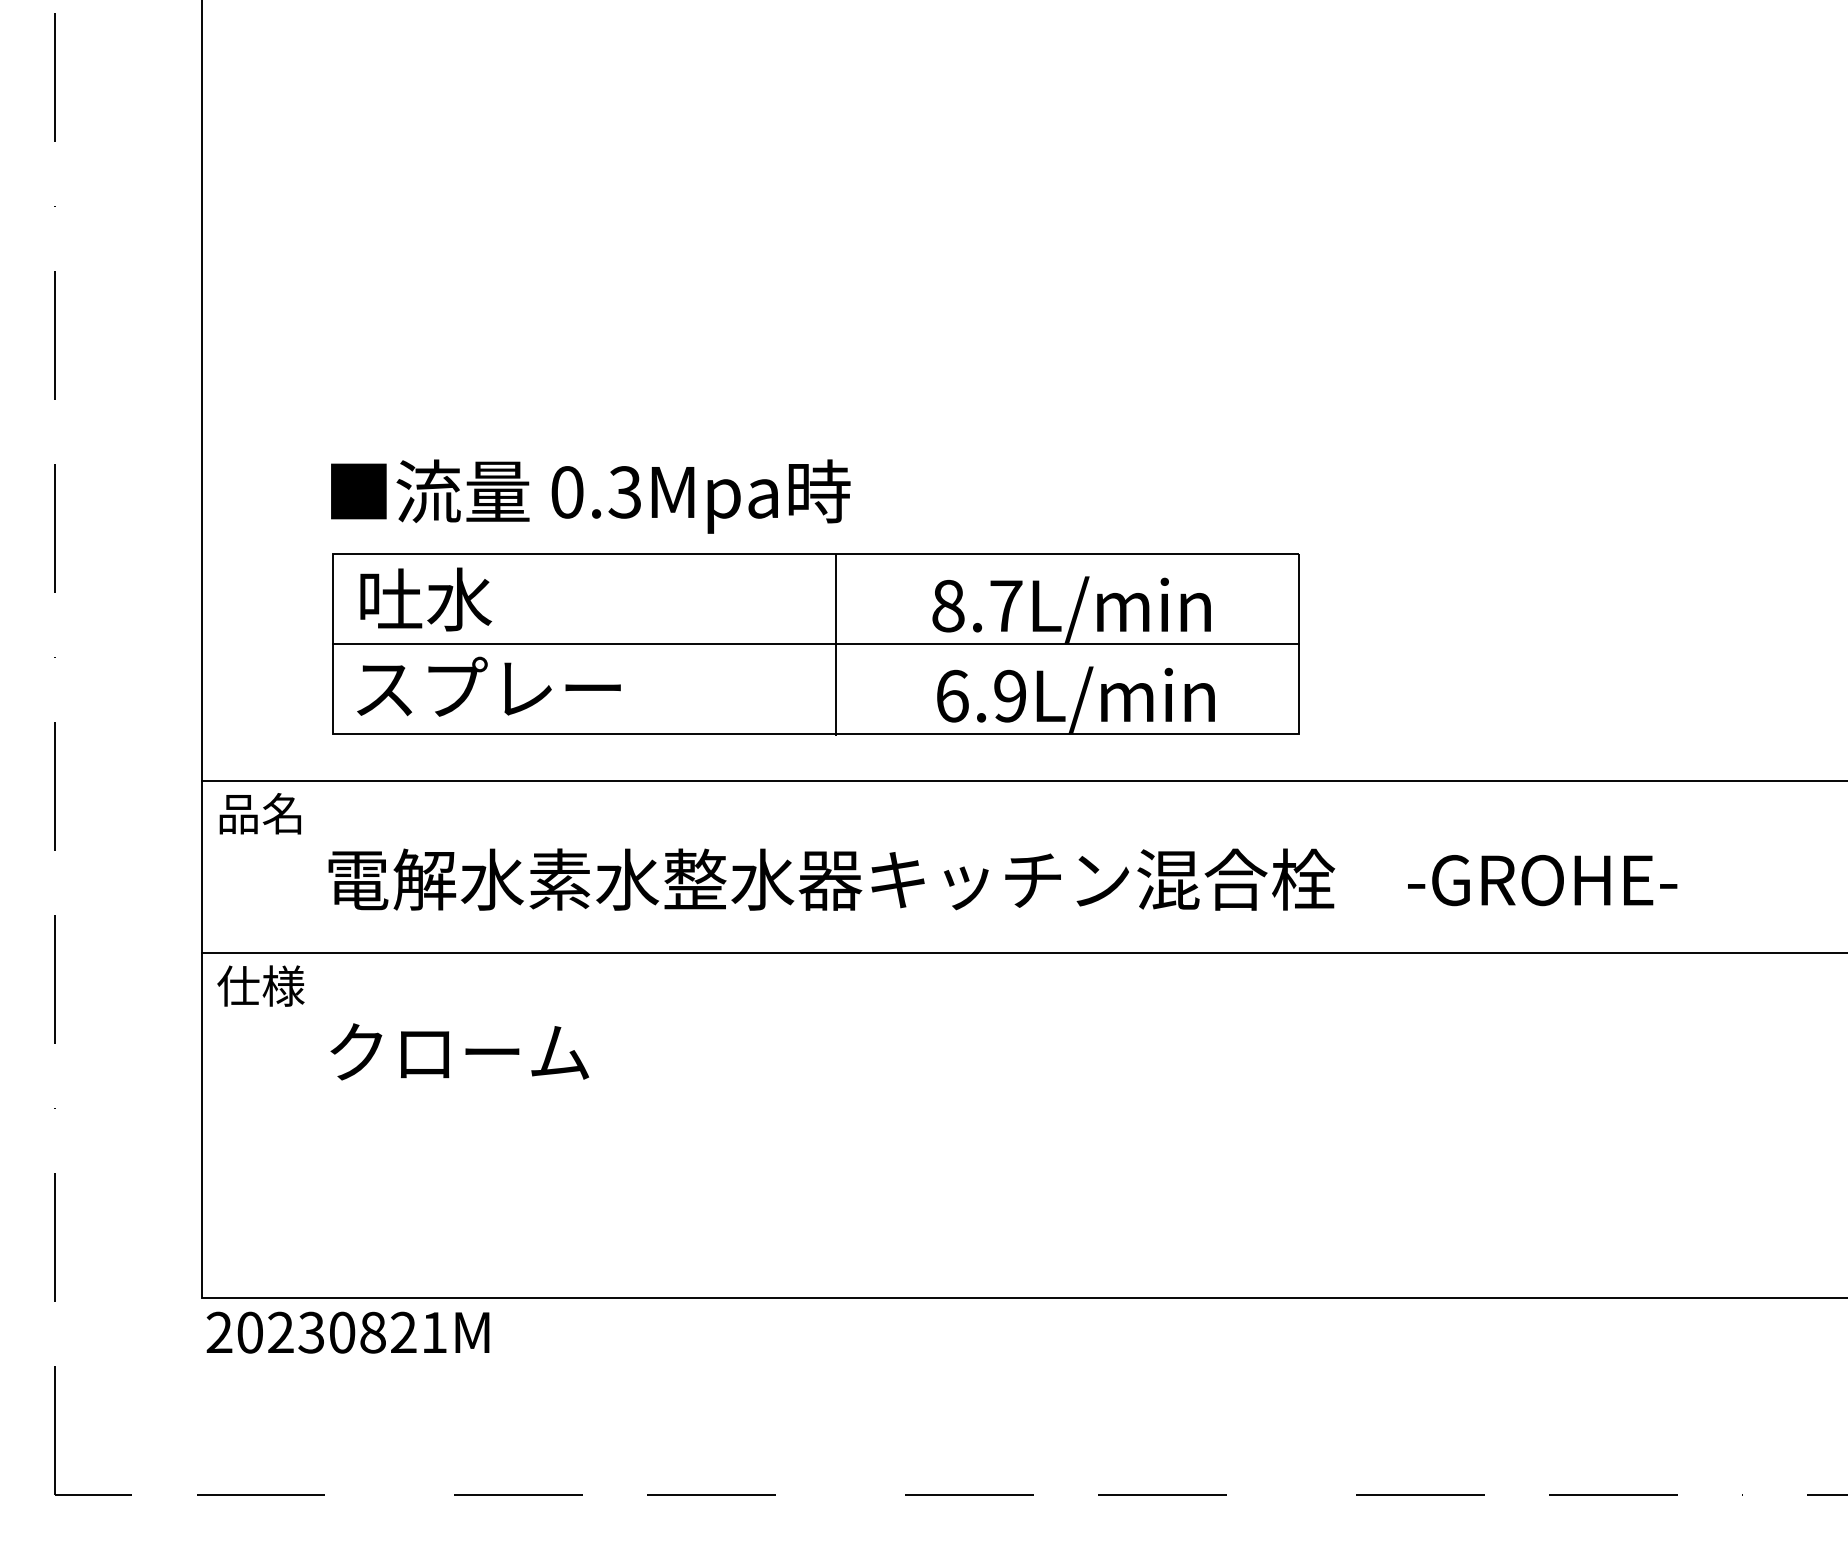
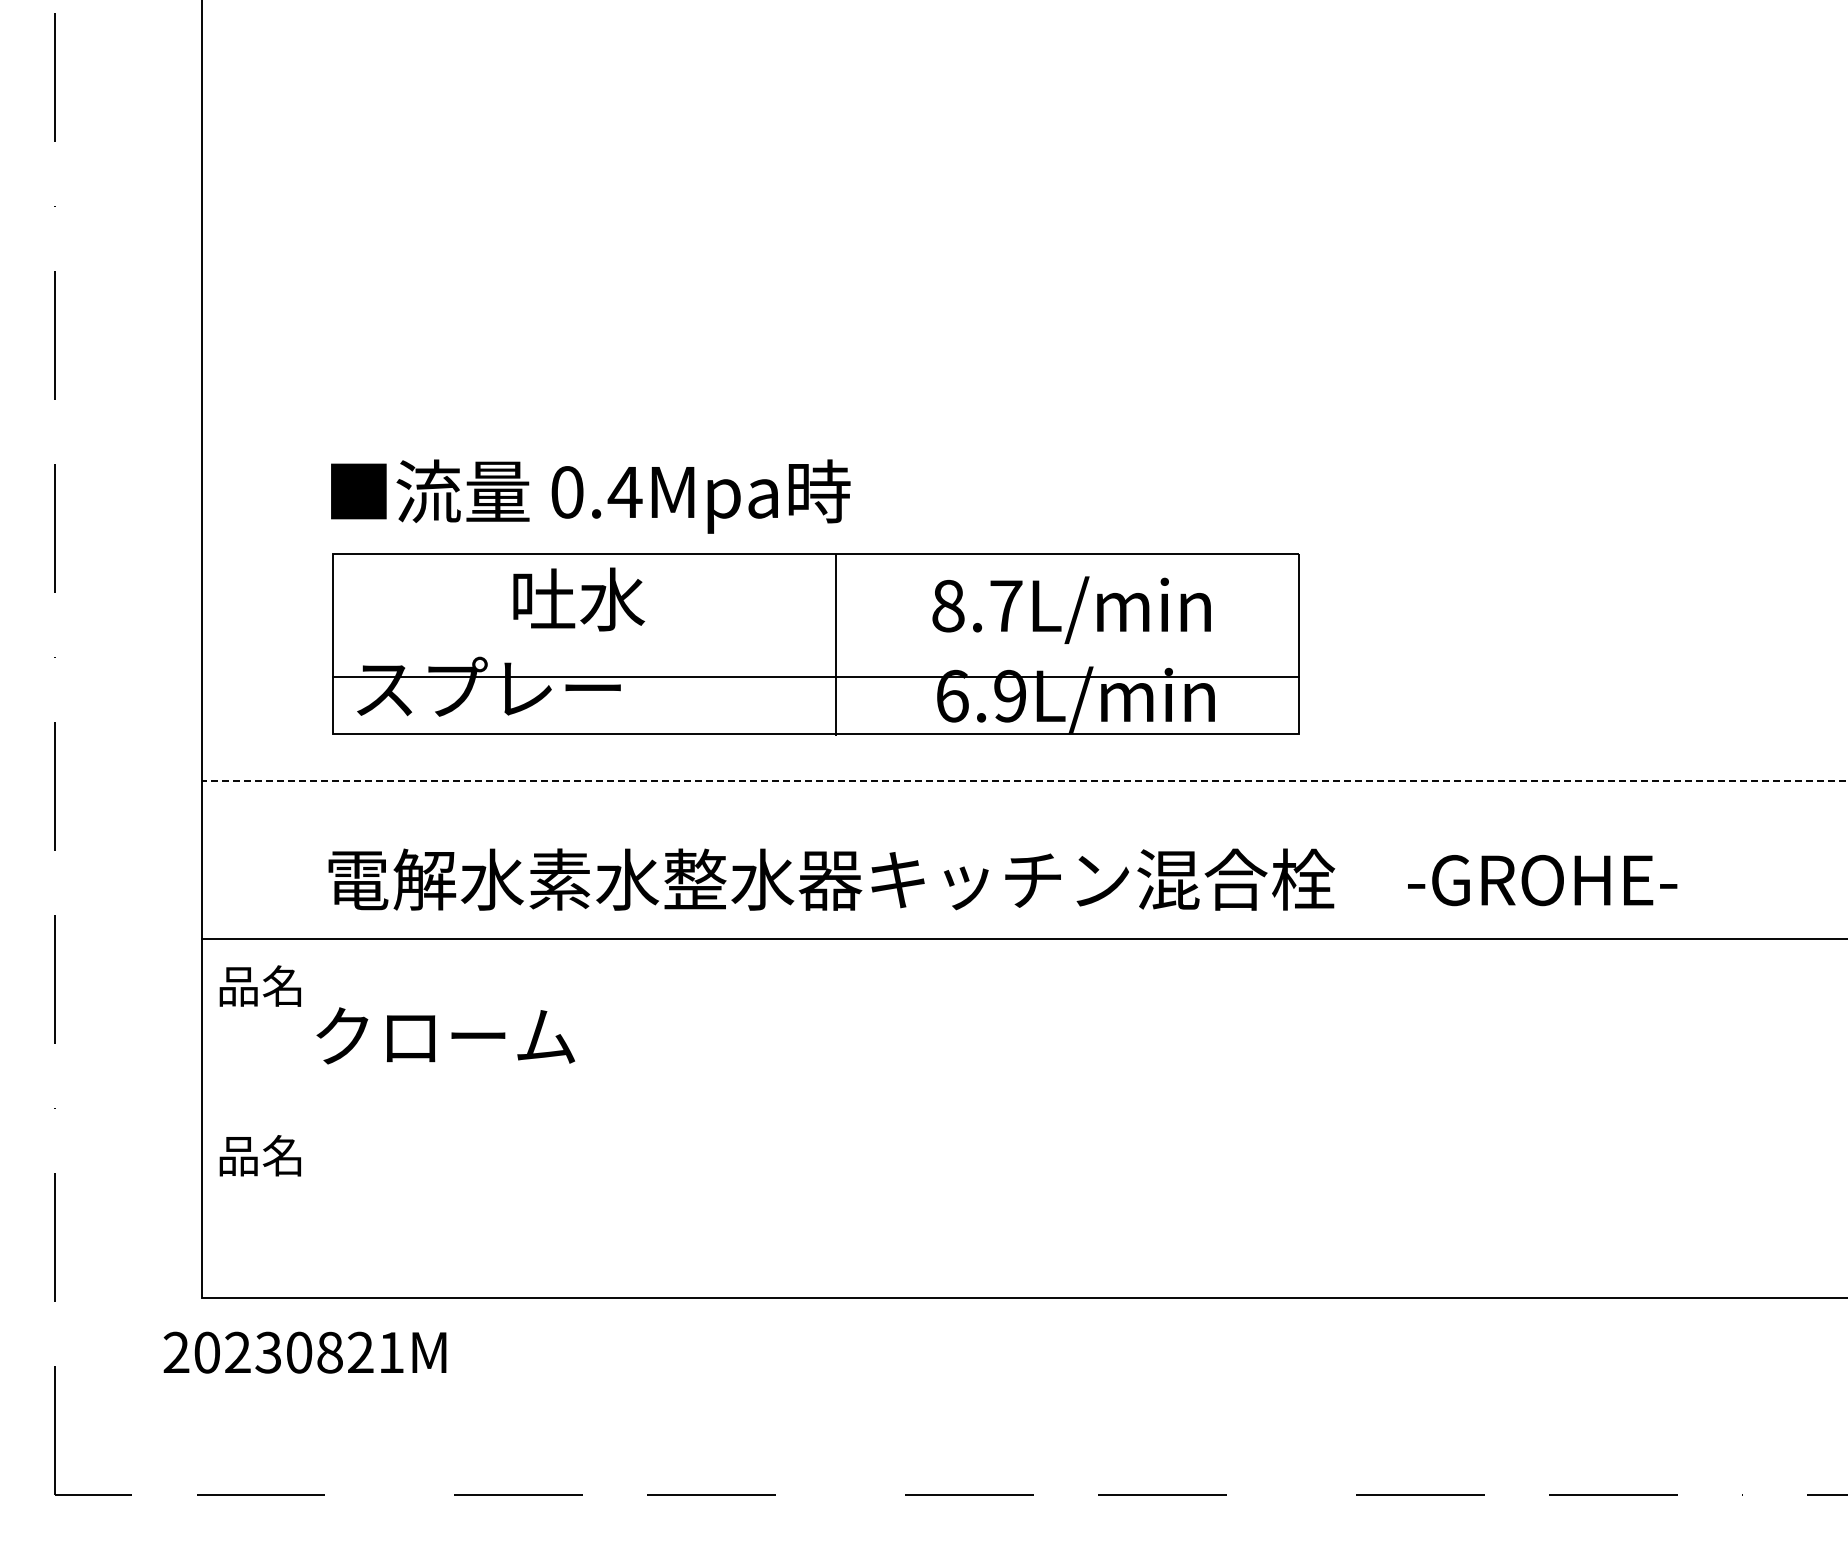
text at (624, 492): 0.3Mpa -> 0.4Mpa
text at (426, 599) position: (426, 599) -> (579, 599)
line at (815, 643) position: (815, 643) -> (815, 676)
line at (1024, 780): solid -> dashed
text at (259, 813) position: (259, 813) -> (259, 1155)
line at (1022, 953) position: (1022, 953) -> (1022, 939)
text at (260, 985): 仕様 -> 品名
text at (459, 1051) position: (459, 1051) -> (445, 1035)
text at (347, 1332) position: (347, 1332) -> (304, 1352)
